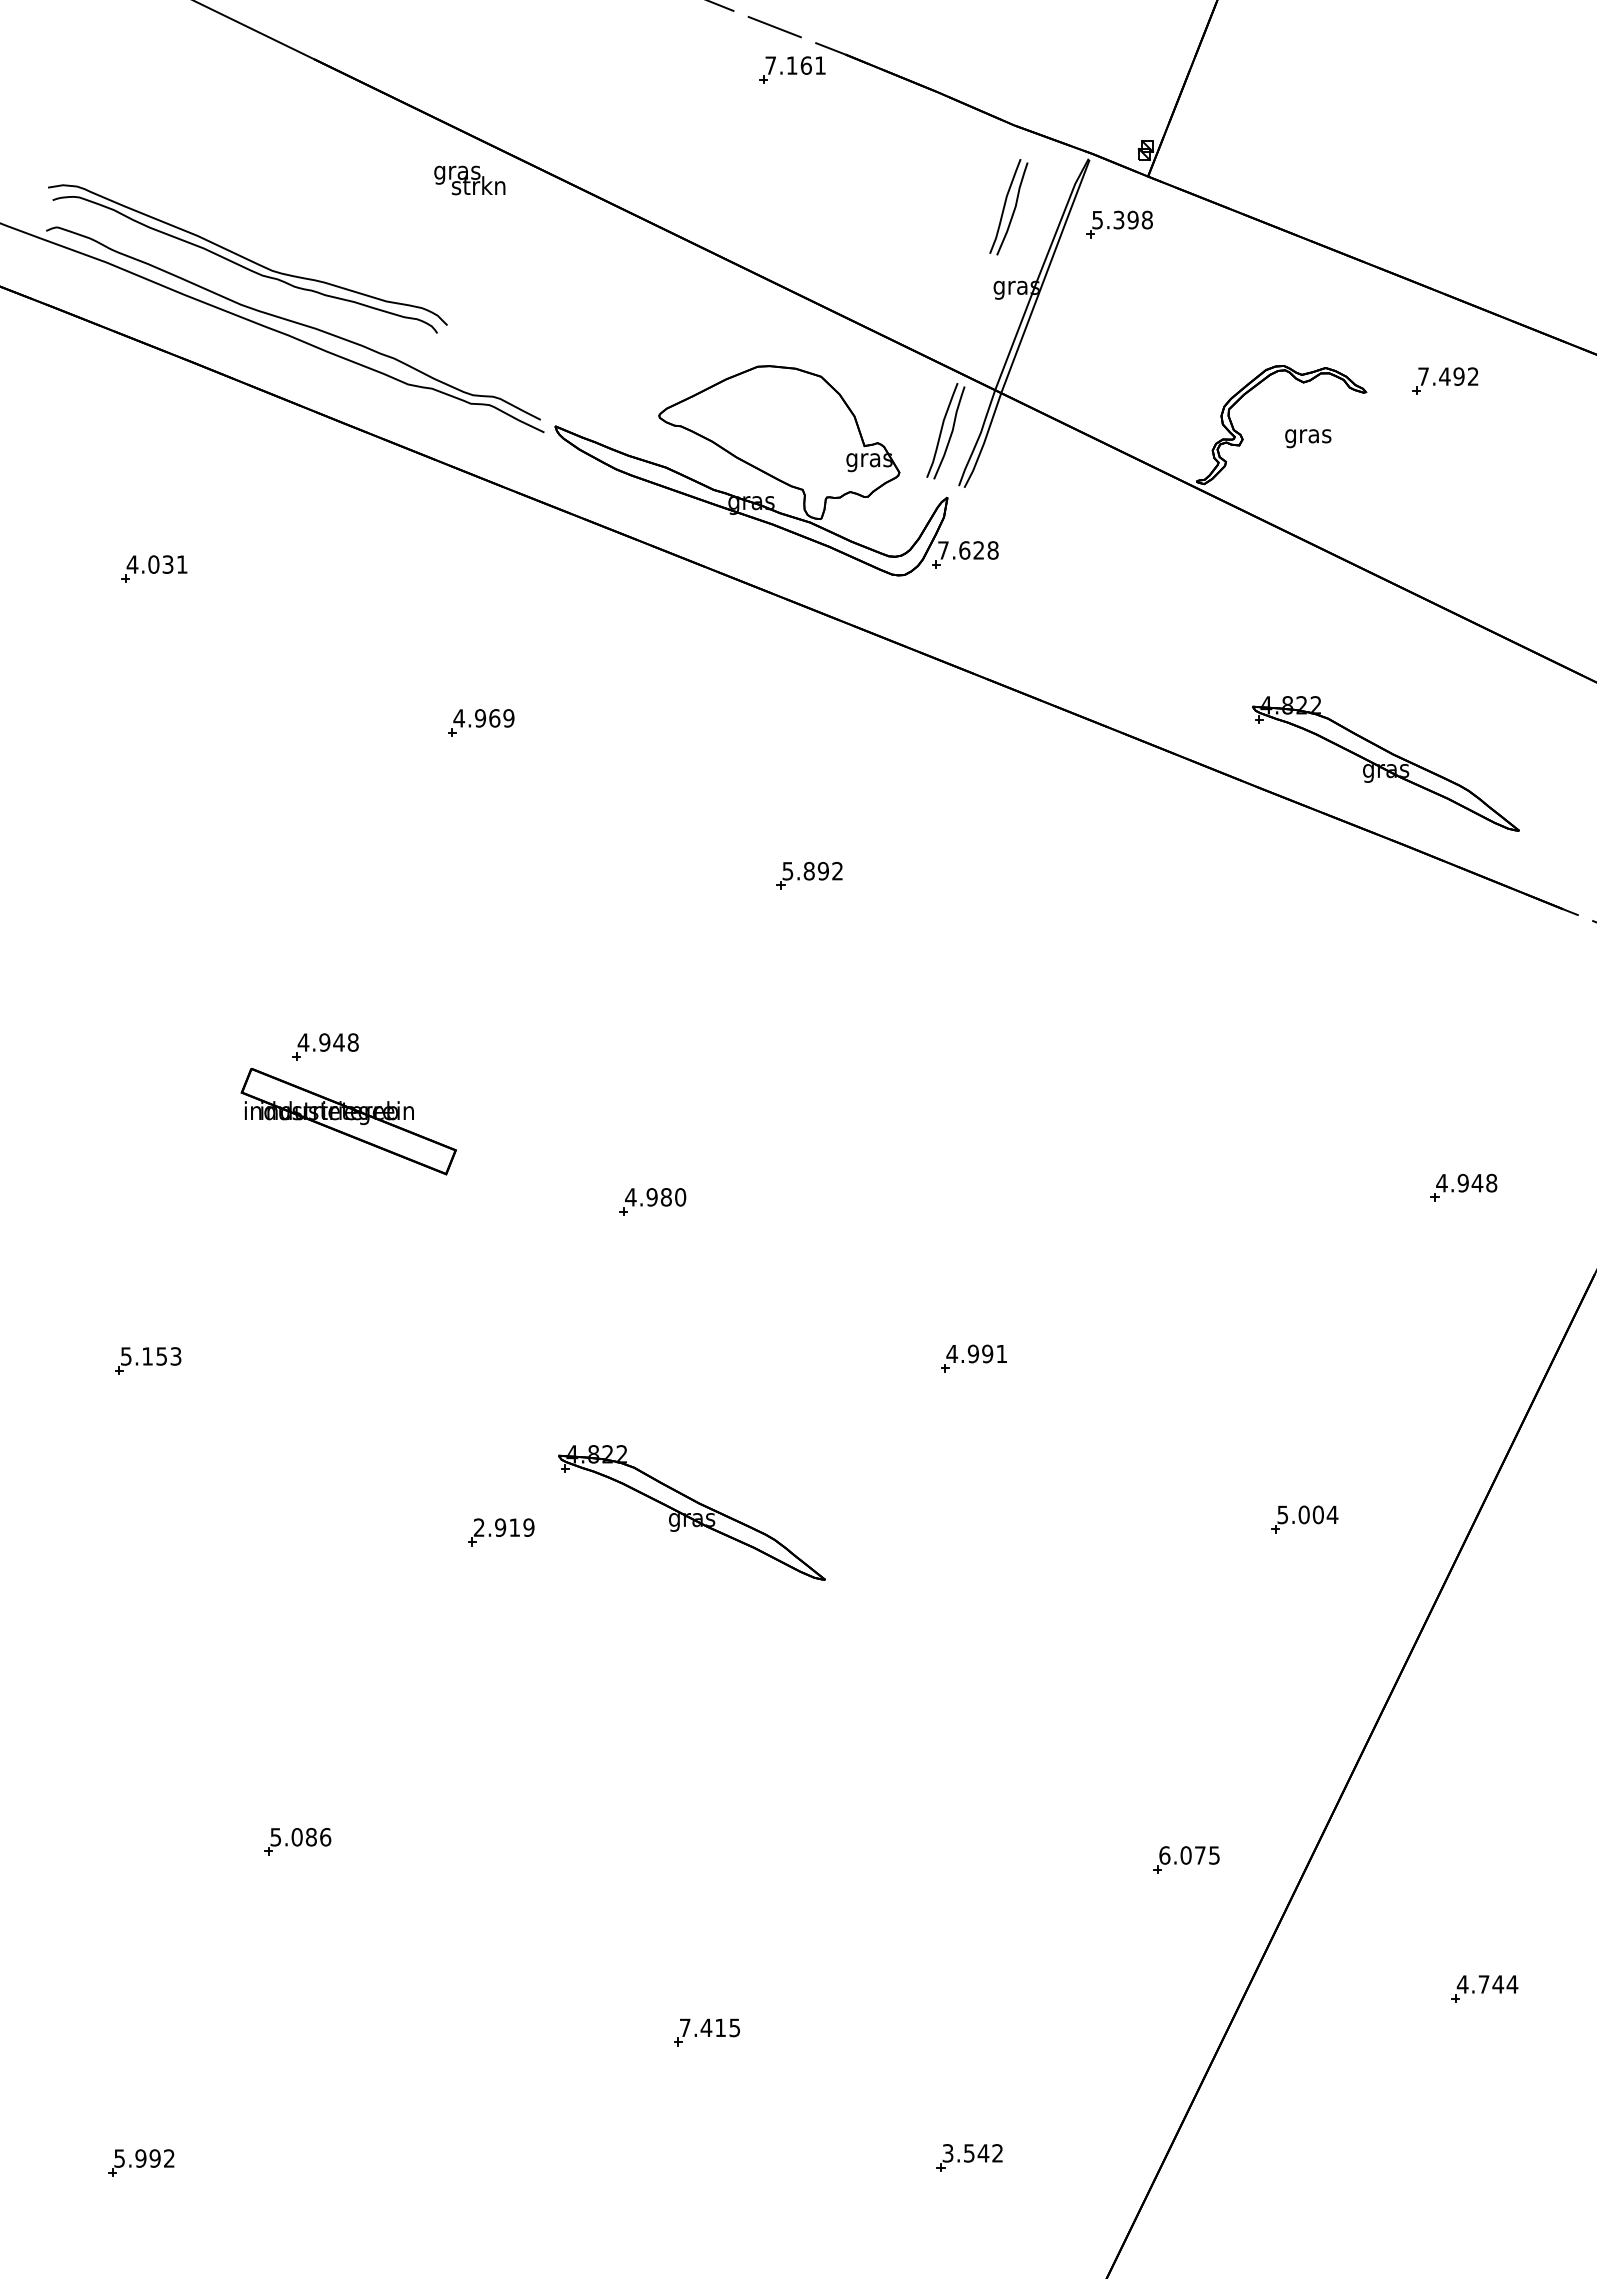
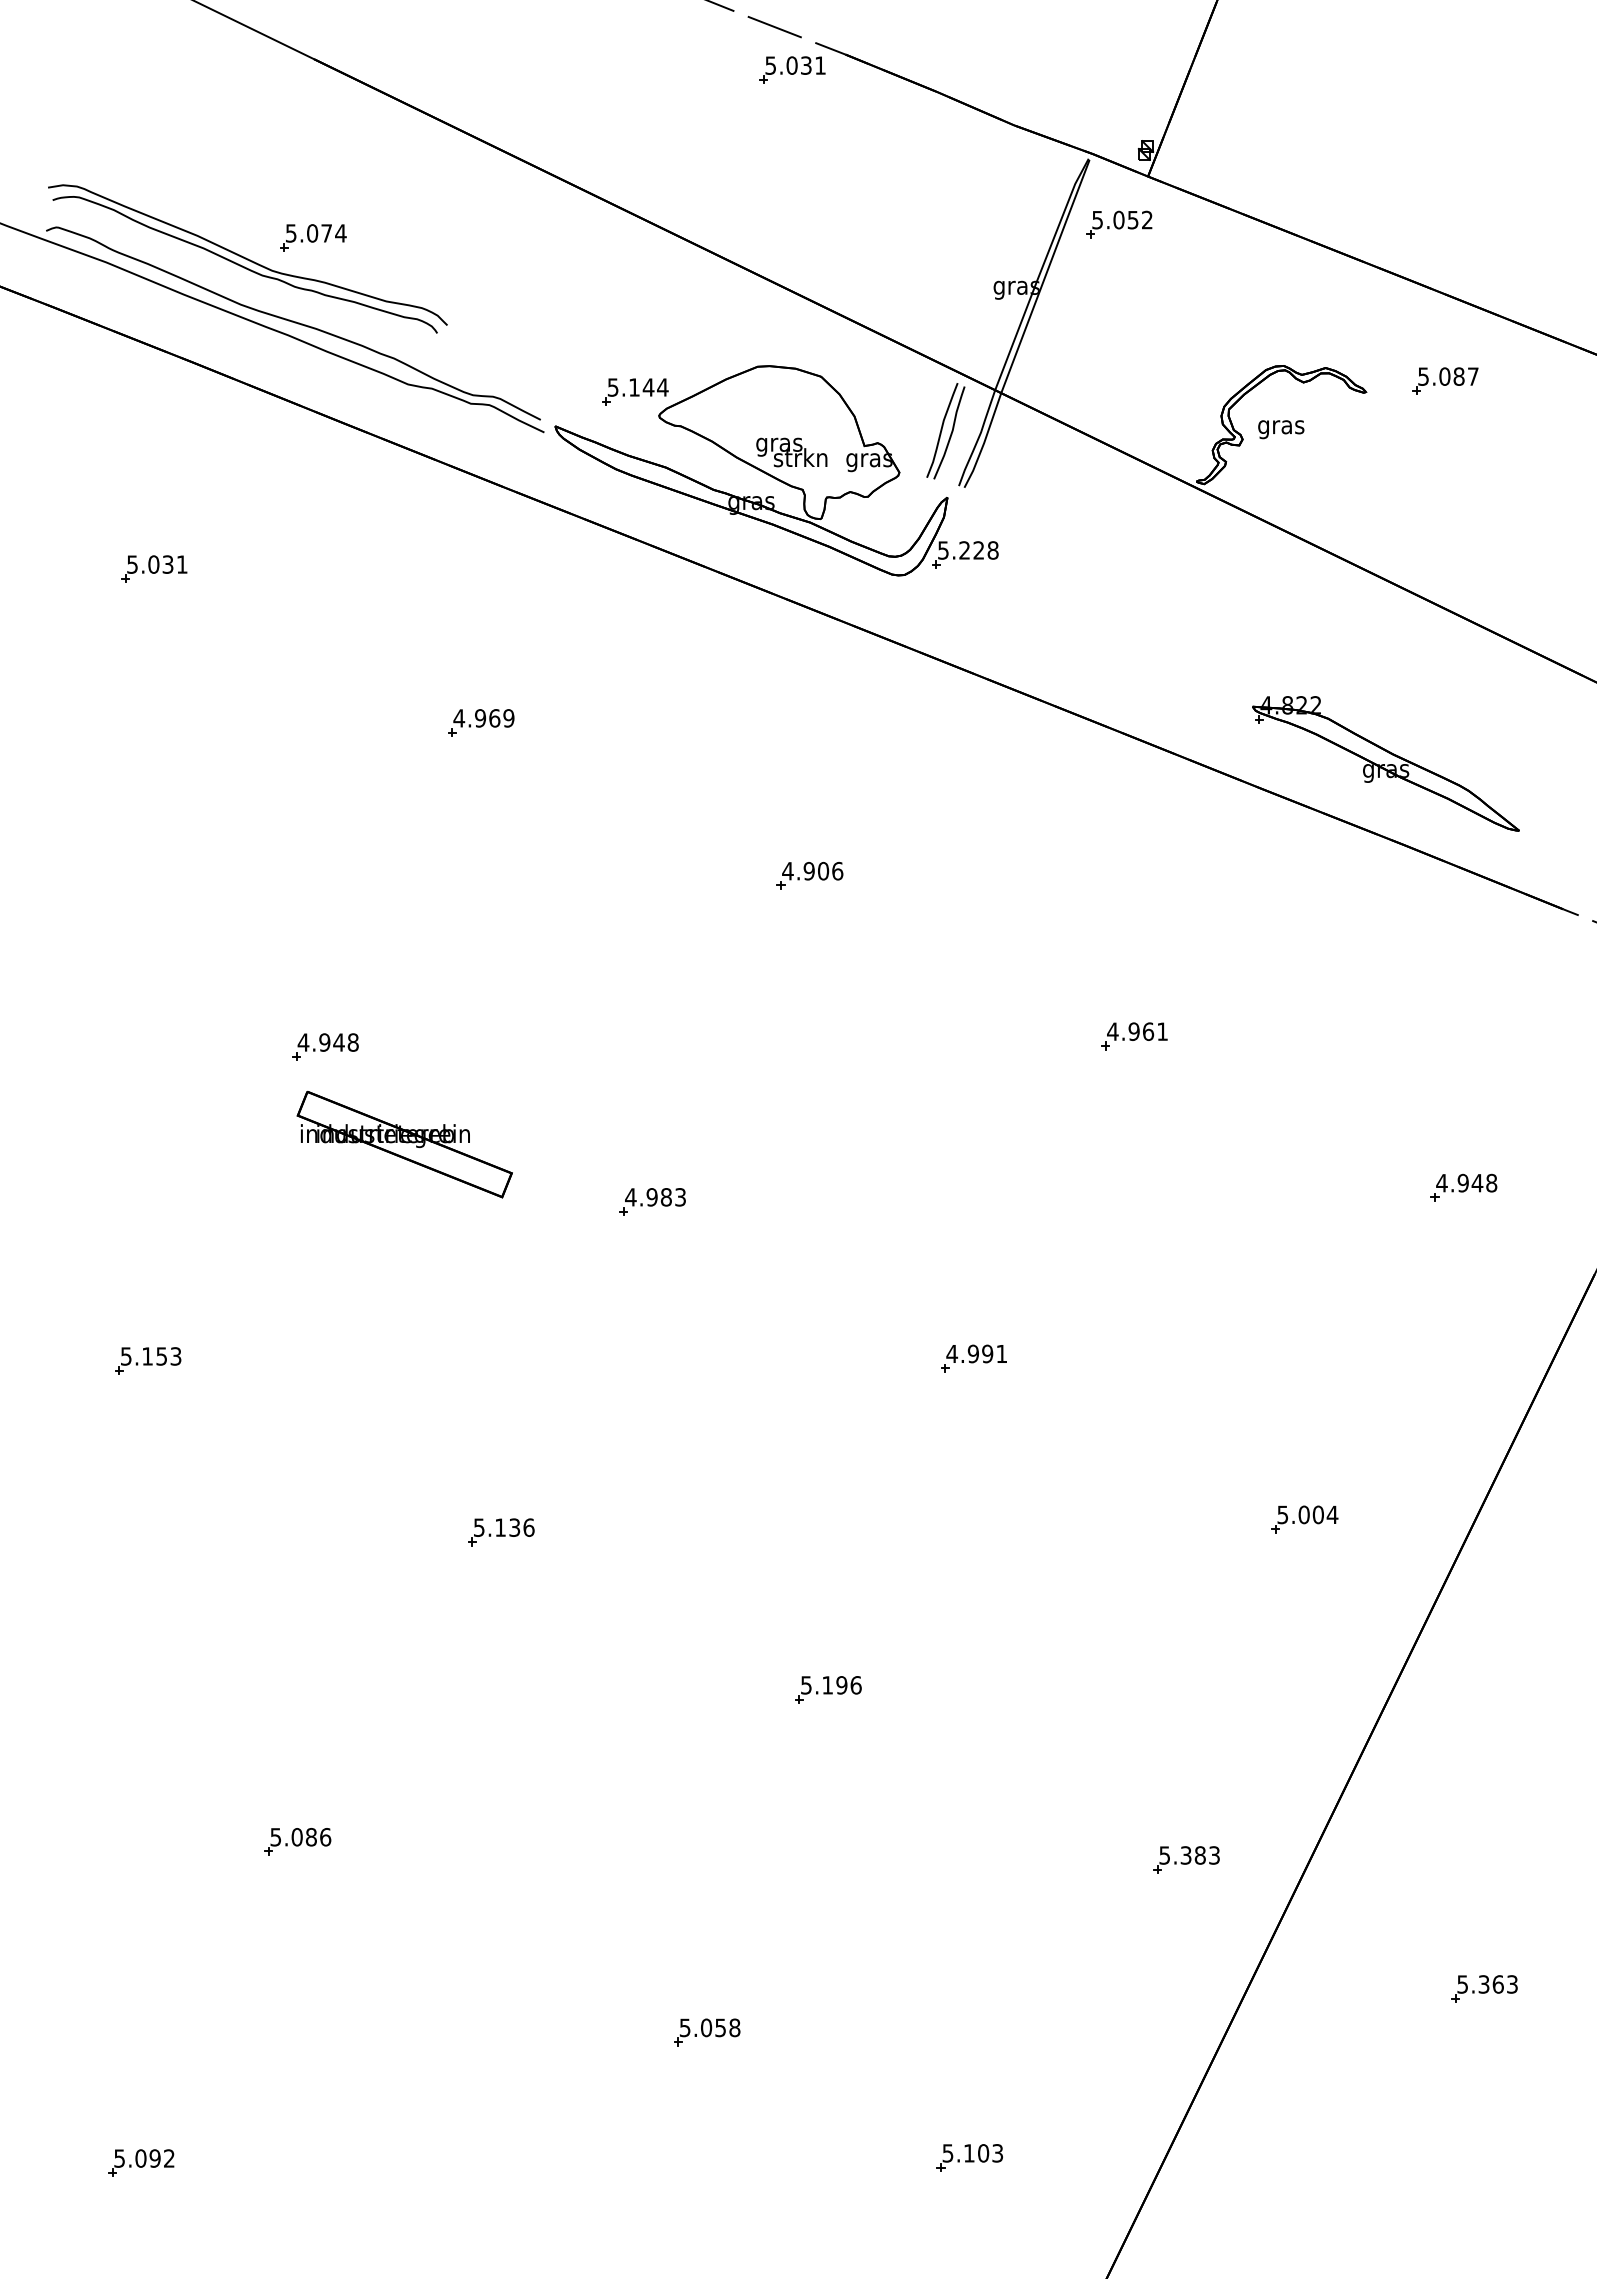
text at (788, 65): 7.161 -> 5.031
text at (469, 180) position: (469, 180) -> (791, 452)
part at (1008, 207): present -> none
text at (1132, 219): 5.398 -> 5.052
part at (313, 237): none -> present
text at (1448, 376): 7.492 -> 5.087
part at (635, 391): none -> present
text at (1308, 438) position: (1308, 438) -> (1281, 429)
text at (954, 550): 7.628 -> 5.228
text at (132, 564): 4.031 -> 5.031
text at (812, 870): 5.892 -> 4.906
part at (1134, 1036): none -> present
part at (348, 1121) position: (348, 1121) -> (404, 1144)
text at (680, 1197): 4.980 -> 4.983
part at (691, 1512): present -> none
text at (504, 1527): 2.919 -> 5.136
part at (828, 1689): none -> present
text at (1189, 1855): 6.075 -> 5.383
text at (1487, 1984): 4.744 -> 5.363
text at (709, 2027): 7.415 -> 5.058
text at (973, 2153): 3.542 -> 5.103
text at (140, 2158): 5.992 -> 5.092
